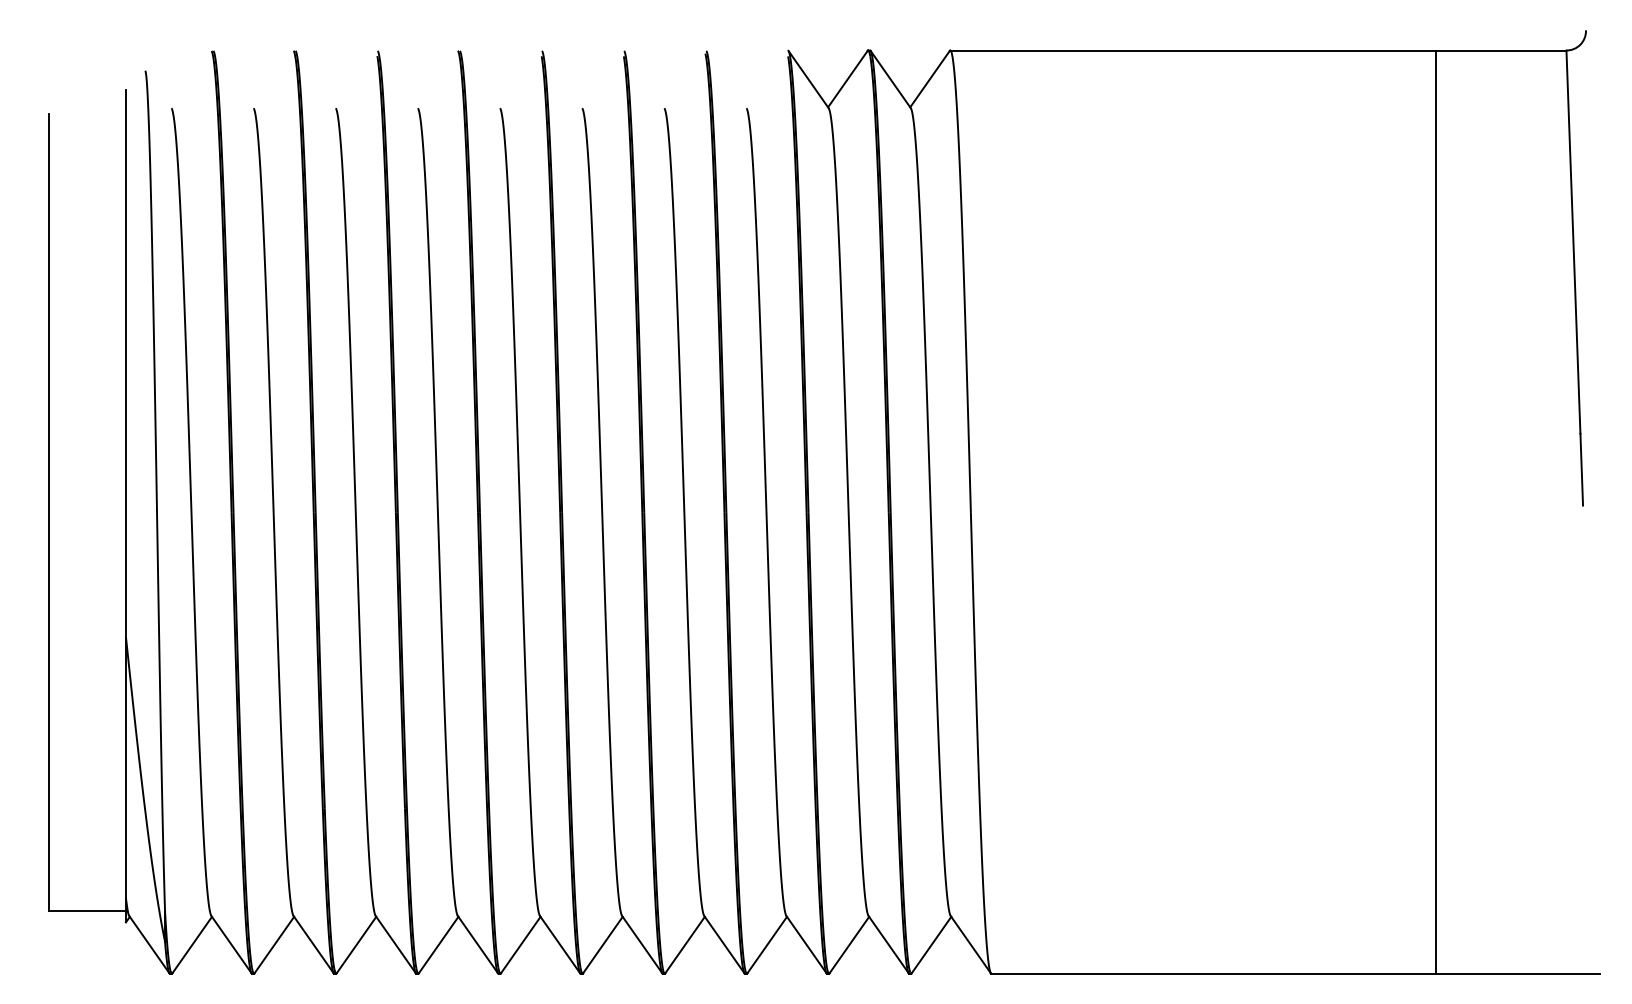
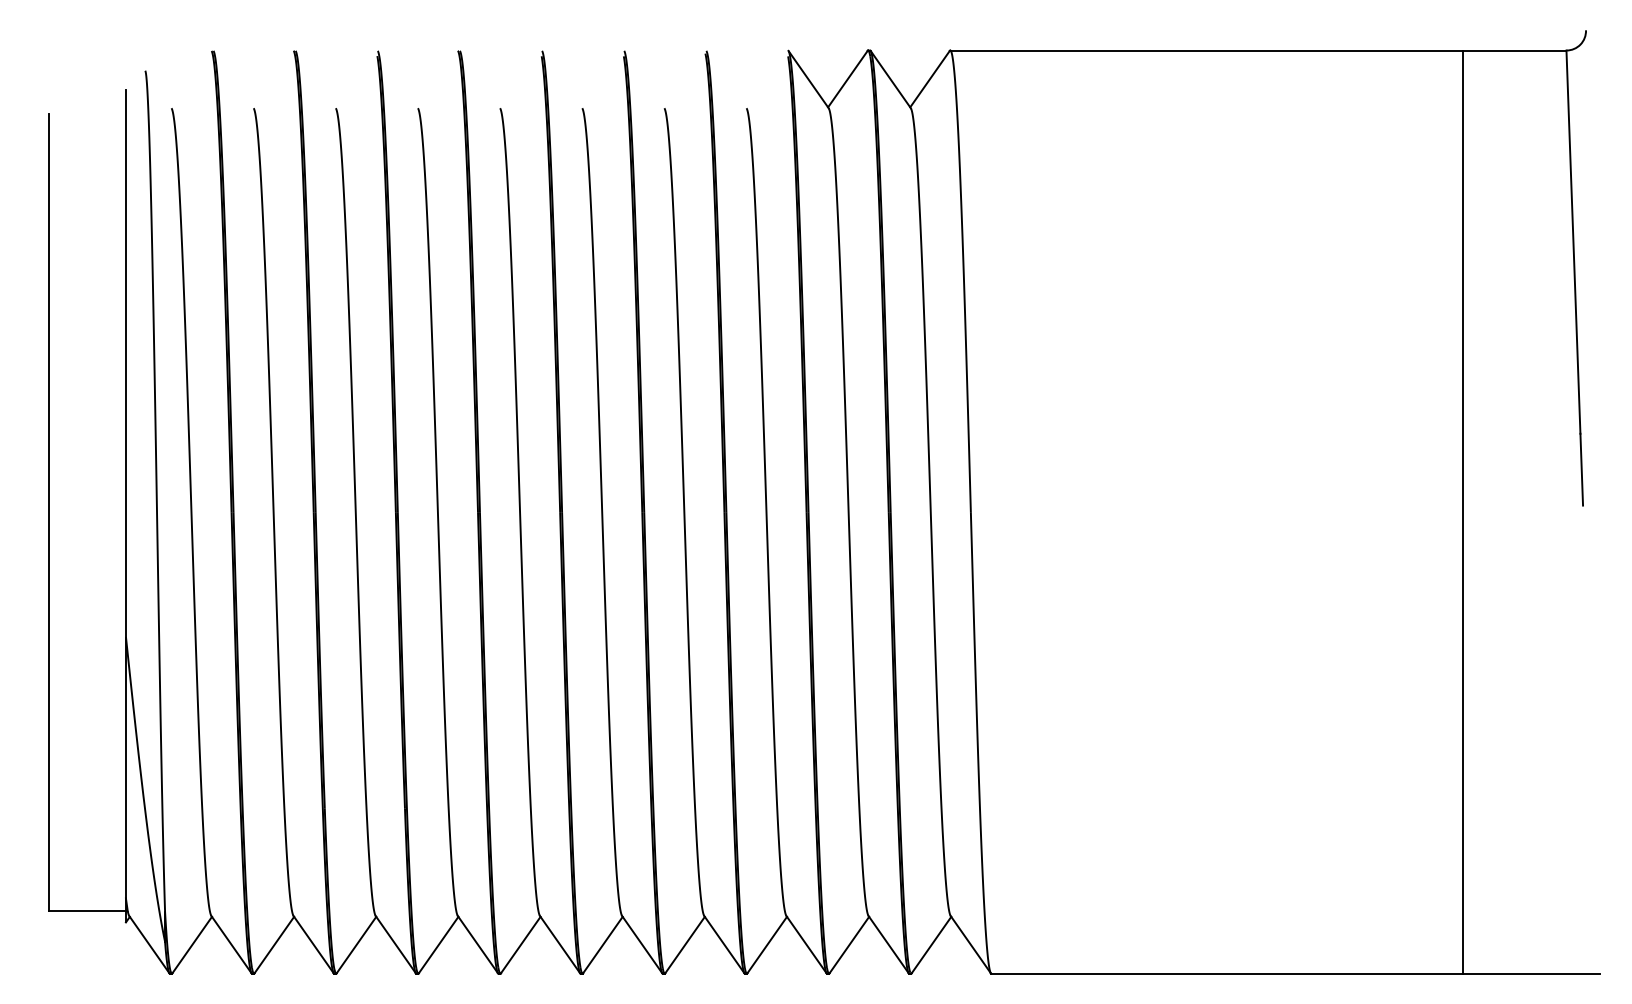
line at (1436, 511) position: (1436, 511) -> (1463, 511)
